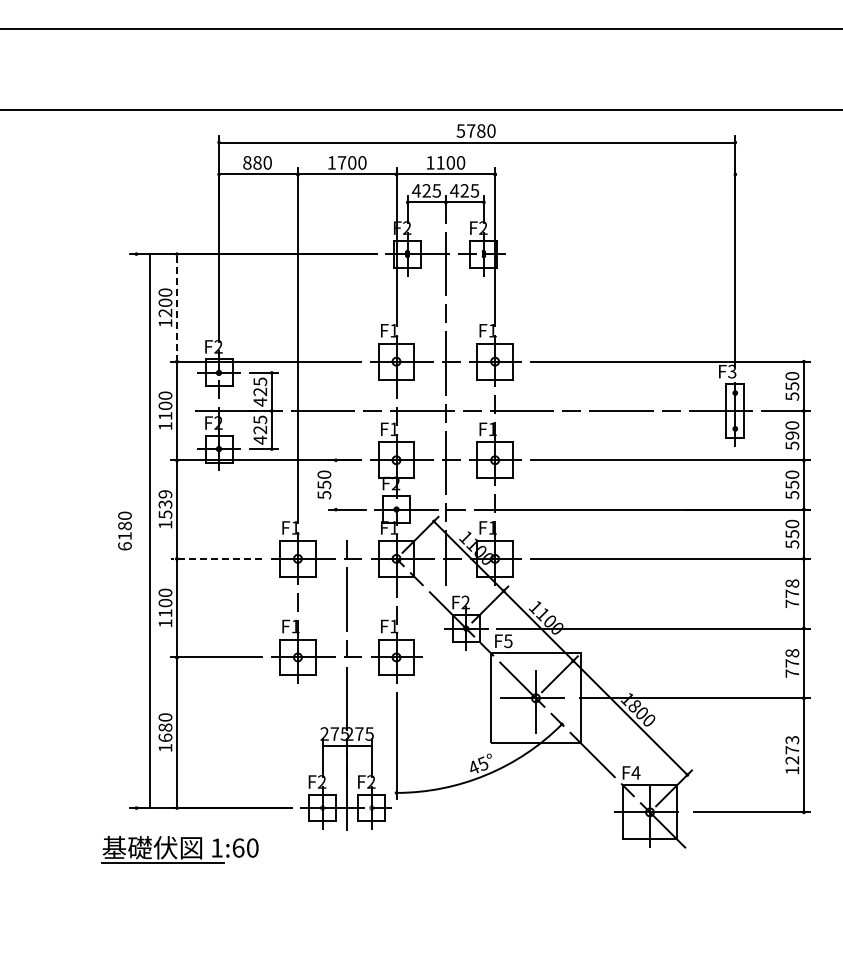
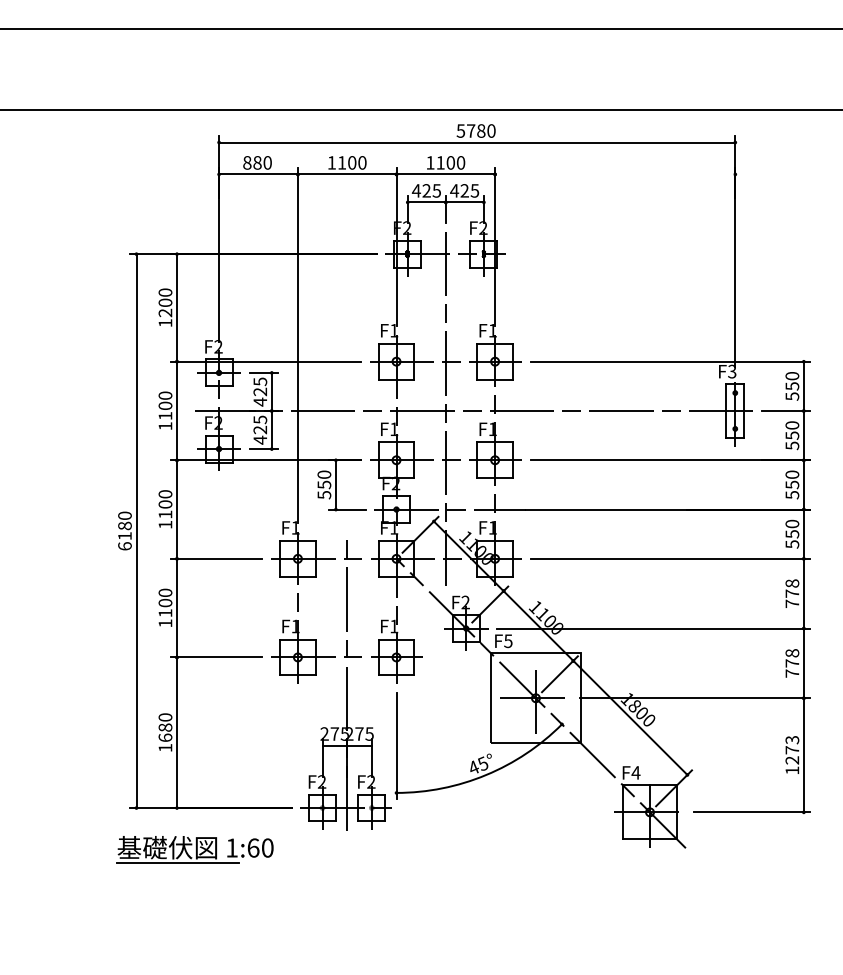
text at (342, 162): 1700 -> 1100
line at (176, 307): dashed -> solid
text at (792, 435): 590 -> 550
line at (335, 484): none -> present
text at (165, 504): 1539 -> 1100
line at (149, 531) position: (149, 531) -> (136, 531)
line at (216, 558): dashed -> solid
part at (179, 849) position: (179, 849) -> (194, 849)
